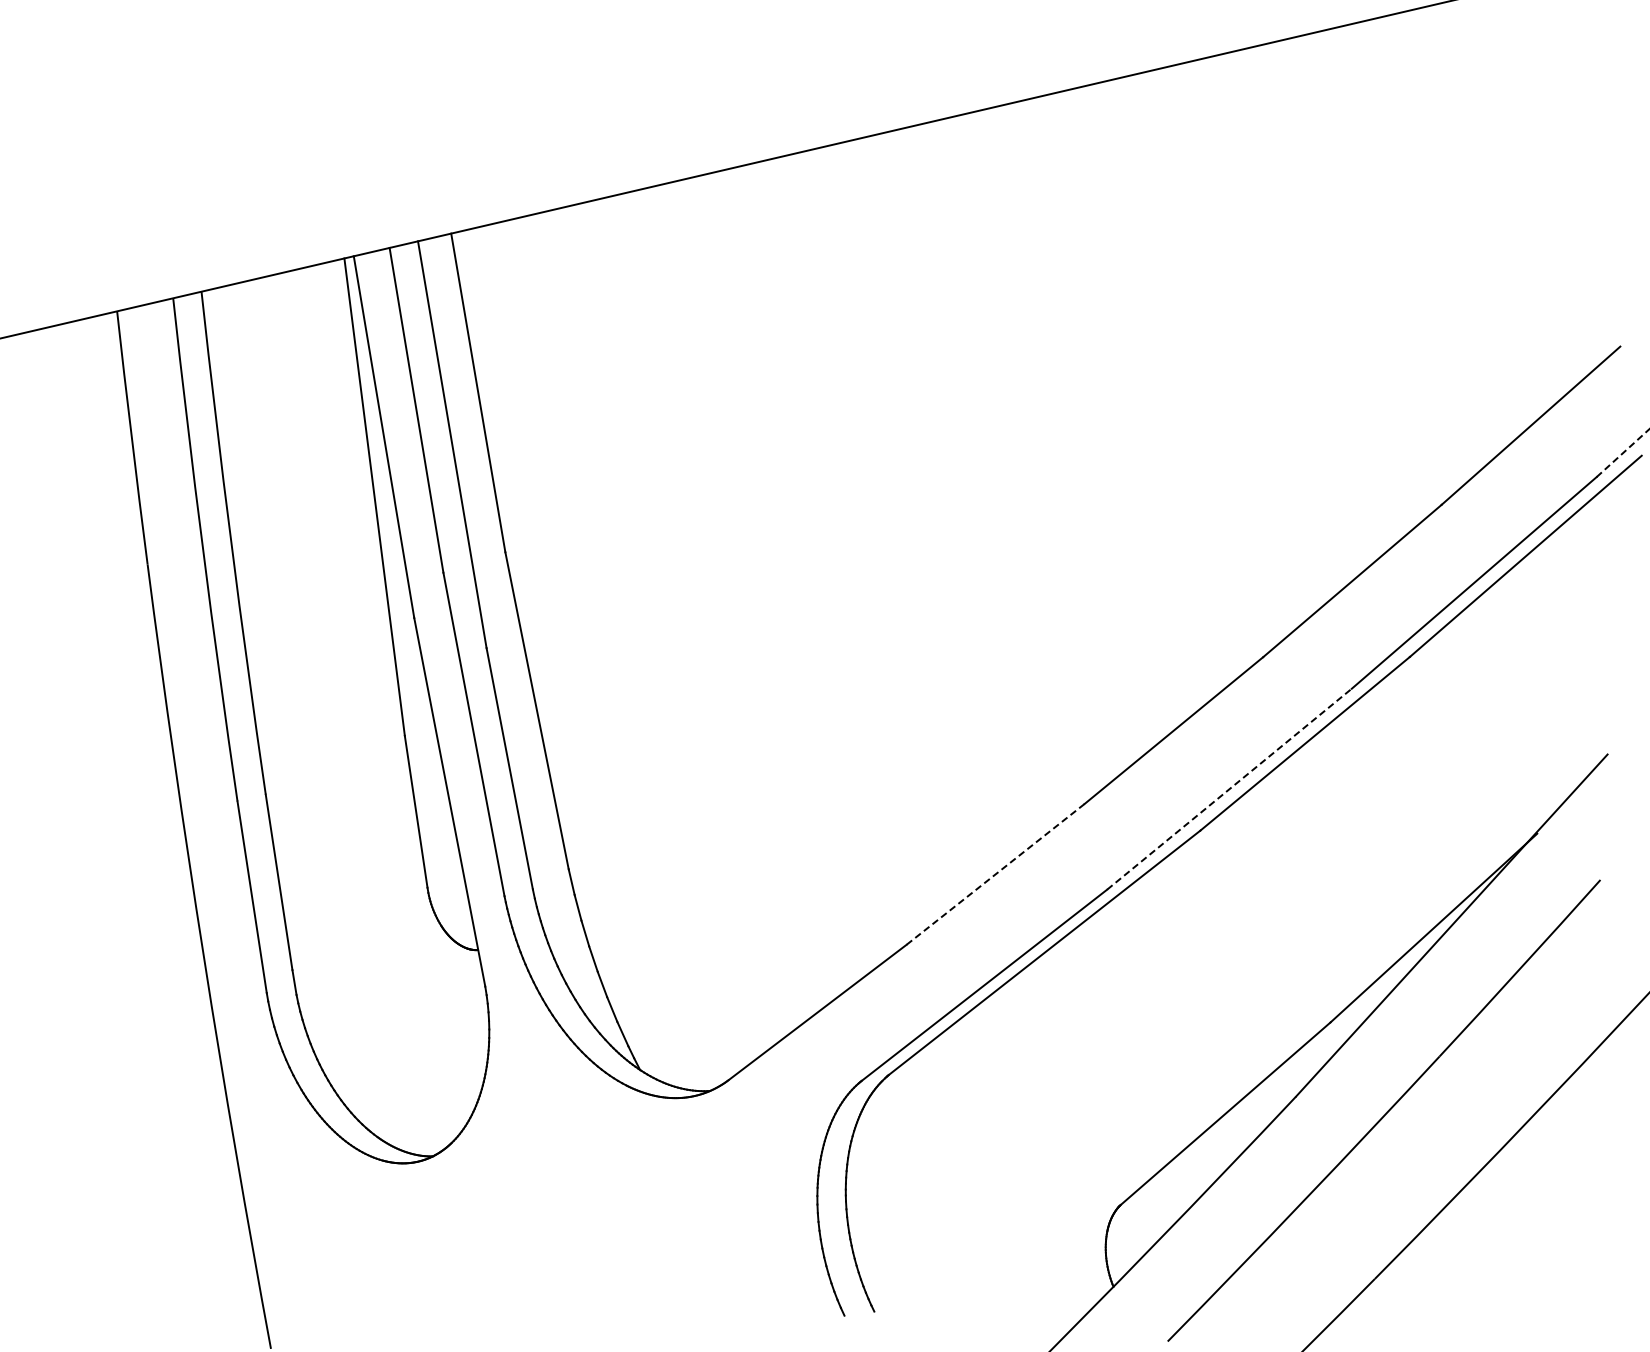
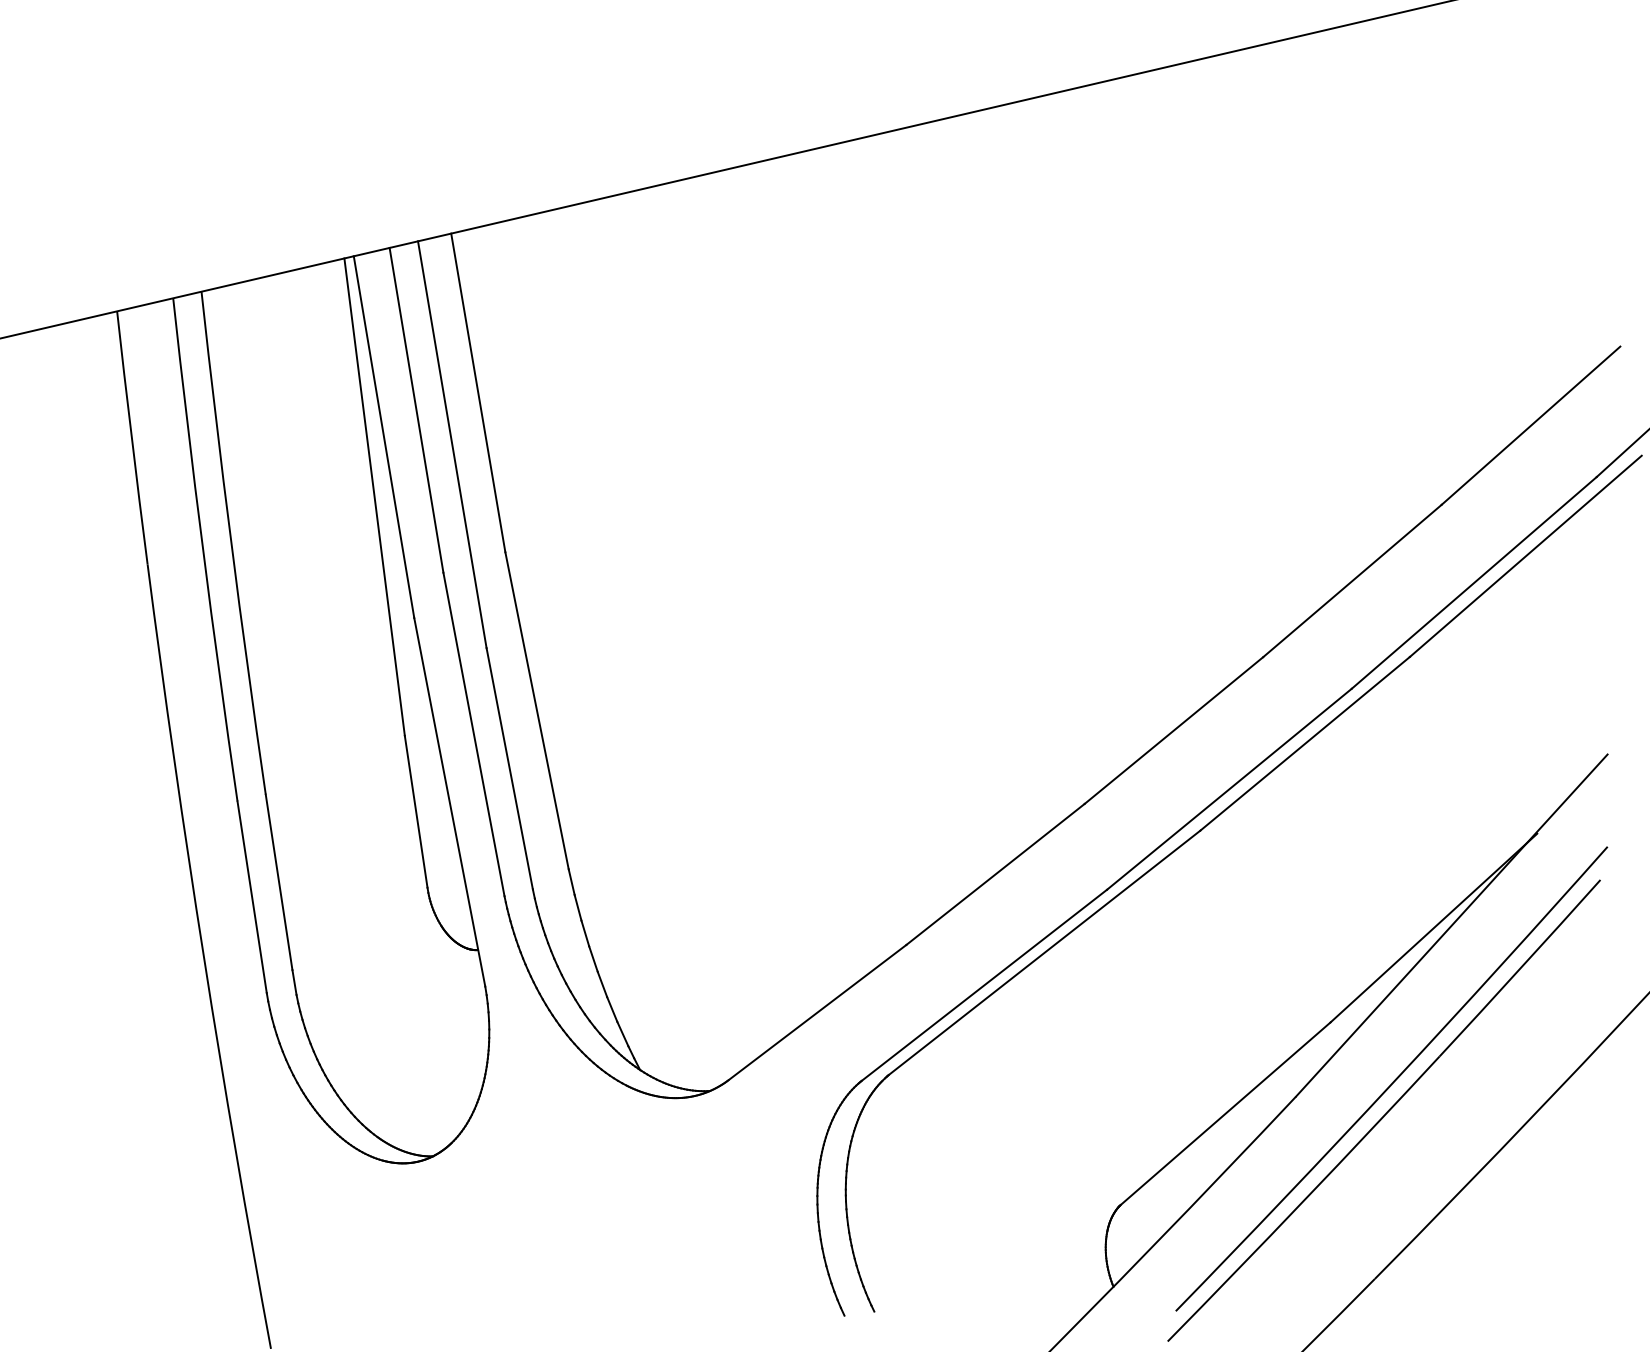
line at (1623, 452): dashed -> solid
line at (1229, 788): dashed -> solid
line at (995, 874): dashed -> solid
arc at (1393, 1080): none -> present
